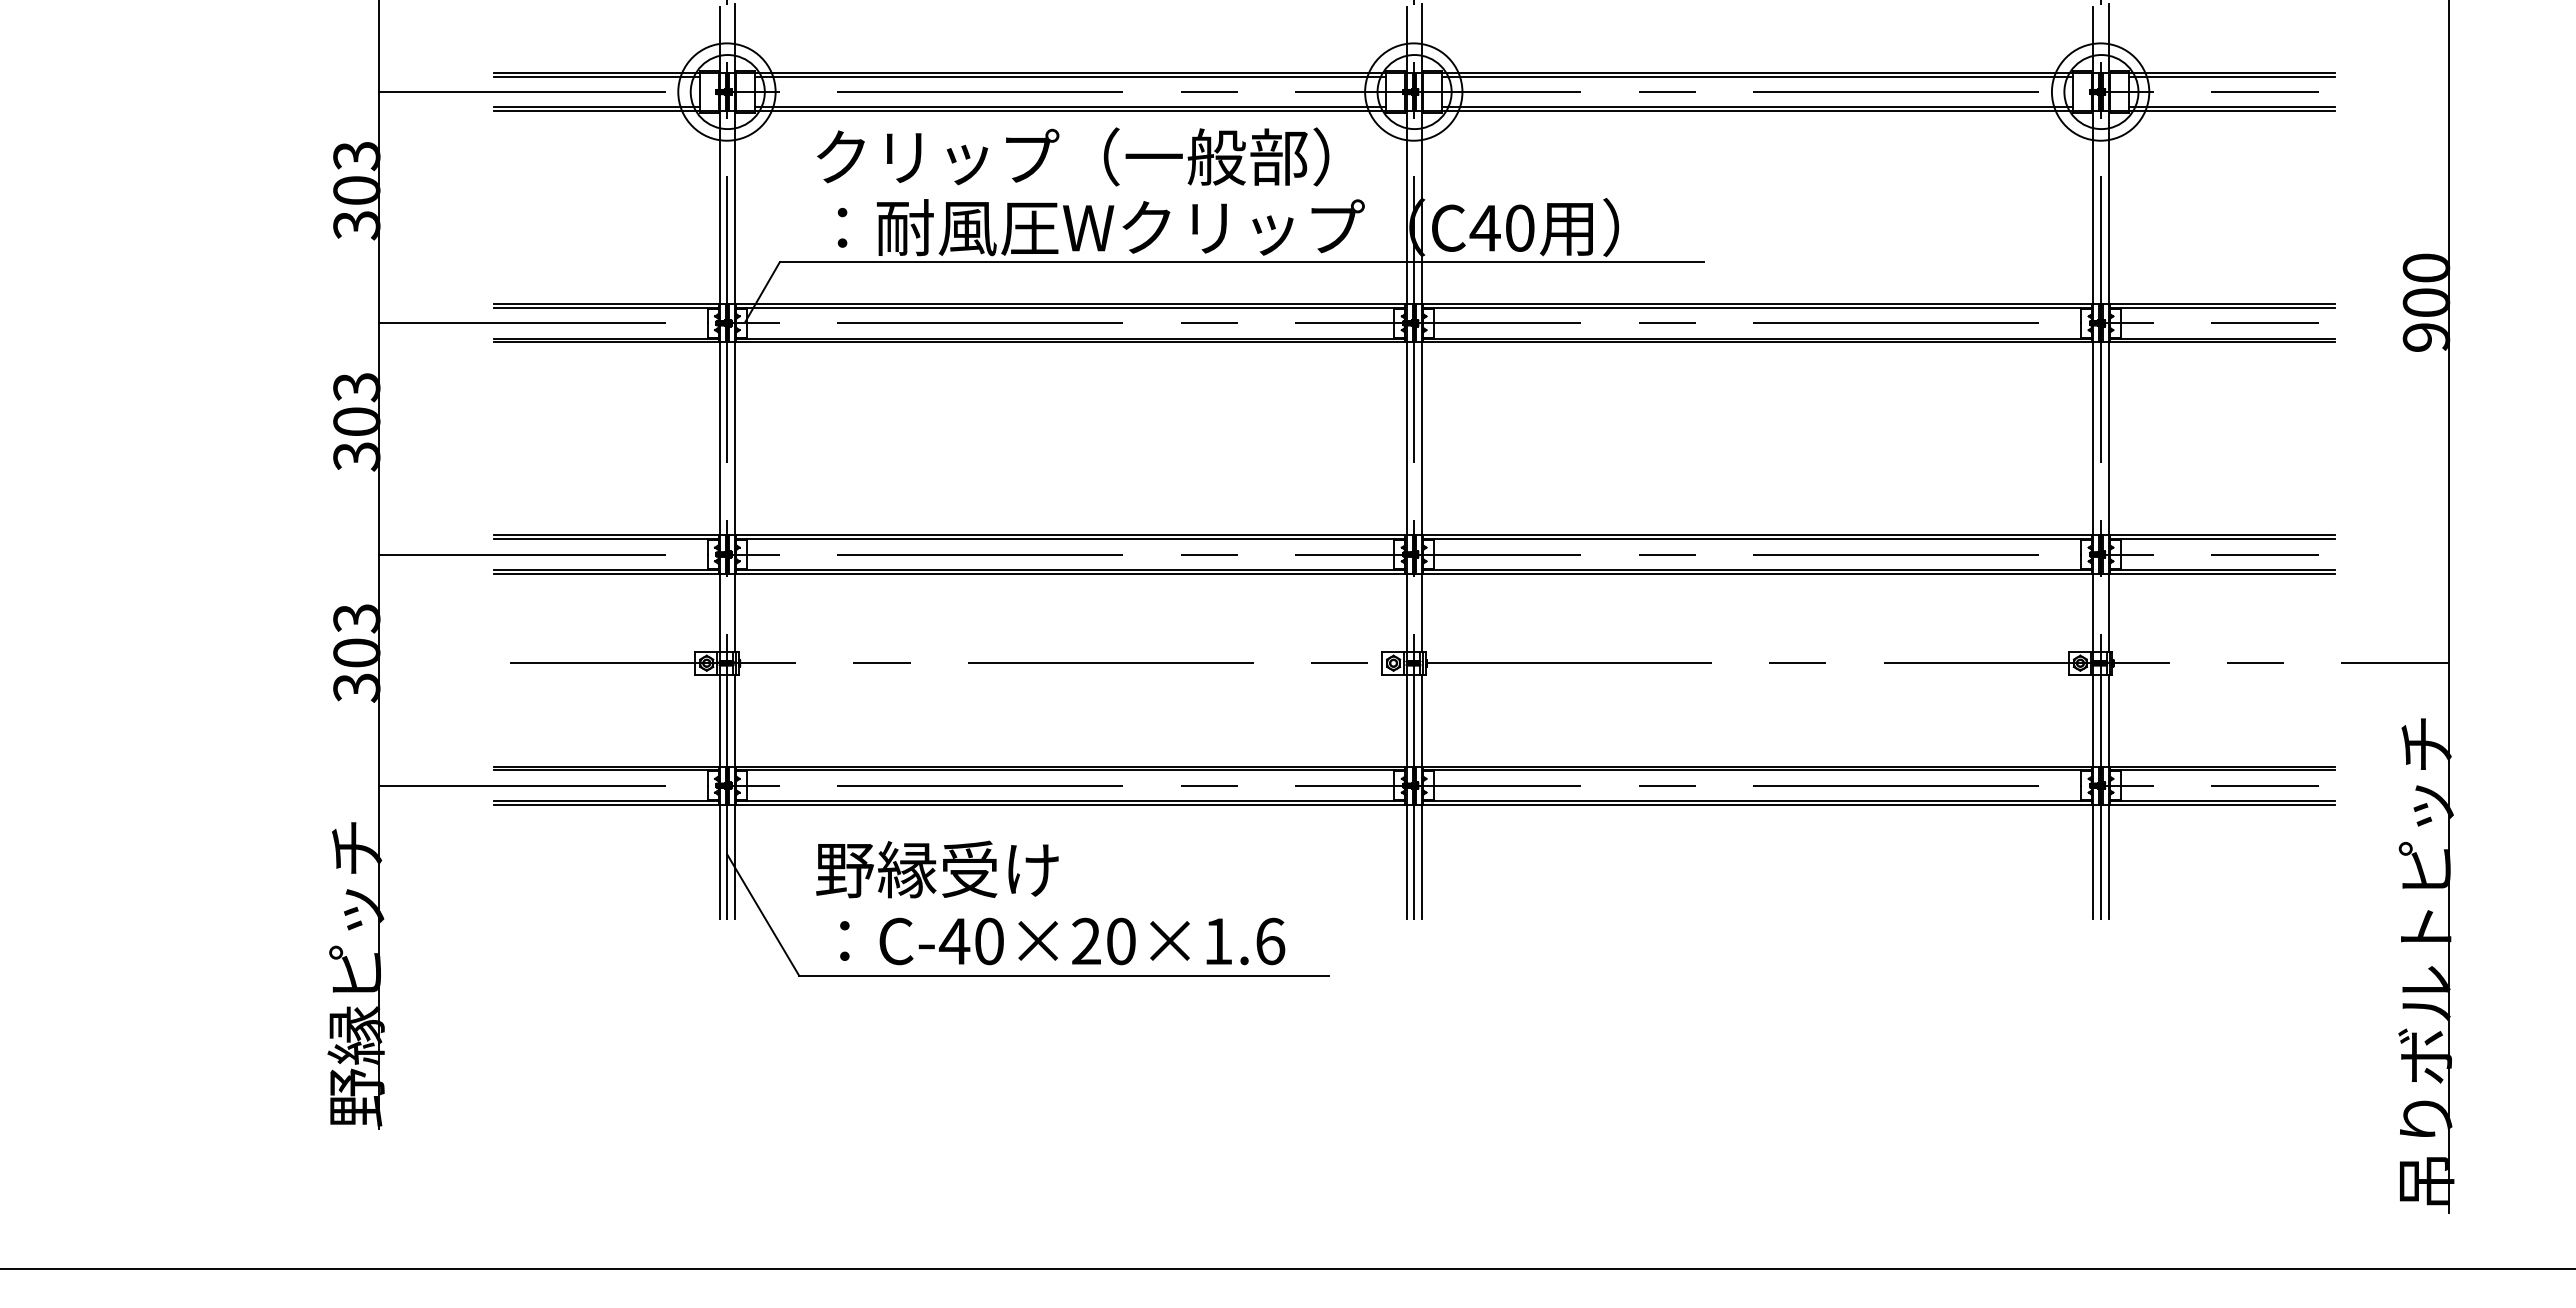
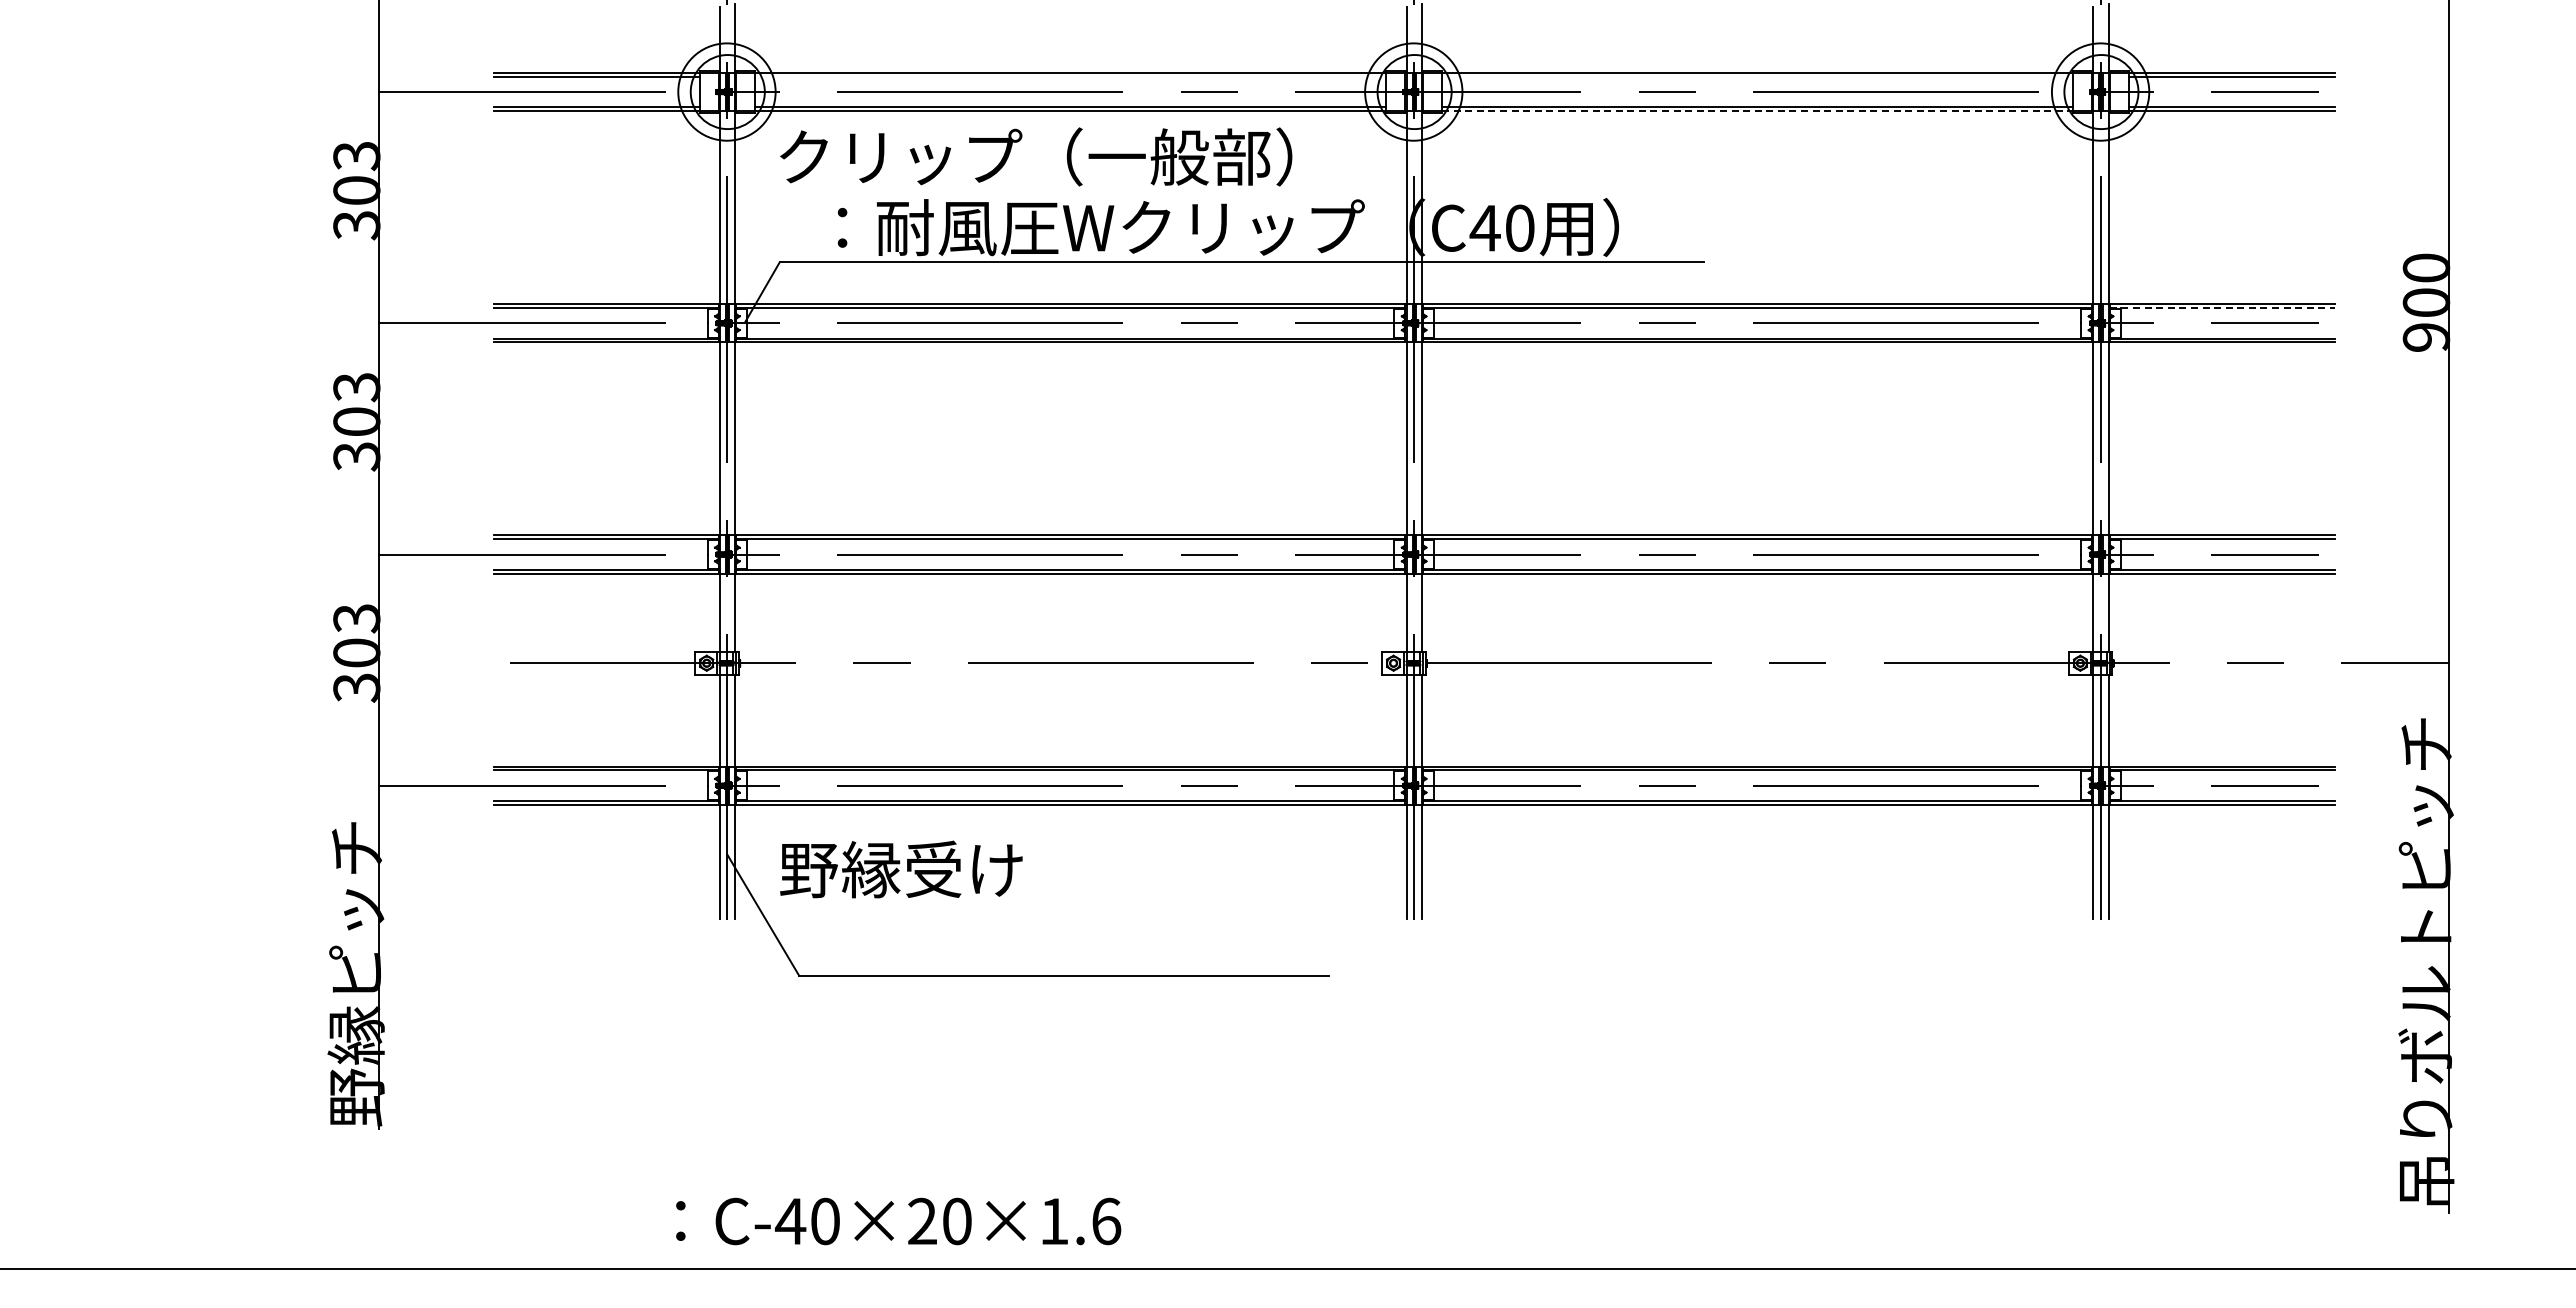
line at (1070, 76): present -> none
line at (1757, 76): present -> none
line at (1757, 111): solid -> dashed
text at (1073, 156) position: (1073, 156) -> (1036, 156)
line at (2222, 308): solid -> dashed
text at (937, 869) position: (937, 869) -> (901, 869)
text at (1062, 941) position: (1062, 941) -> (898, 1221)
